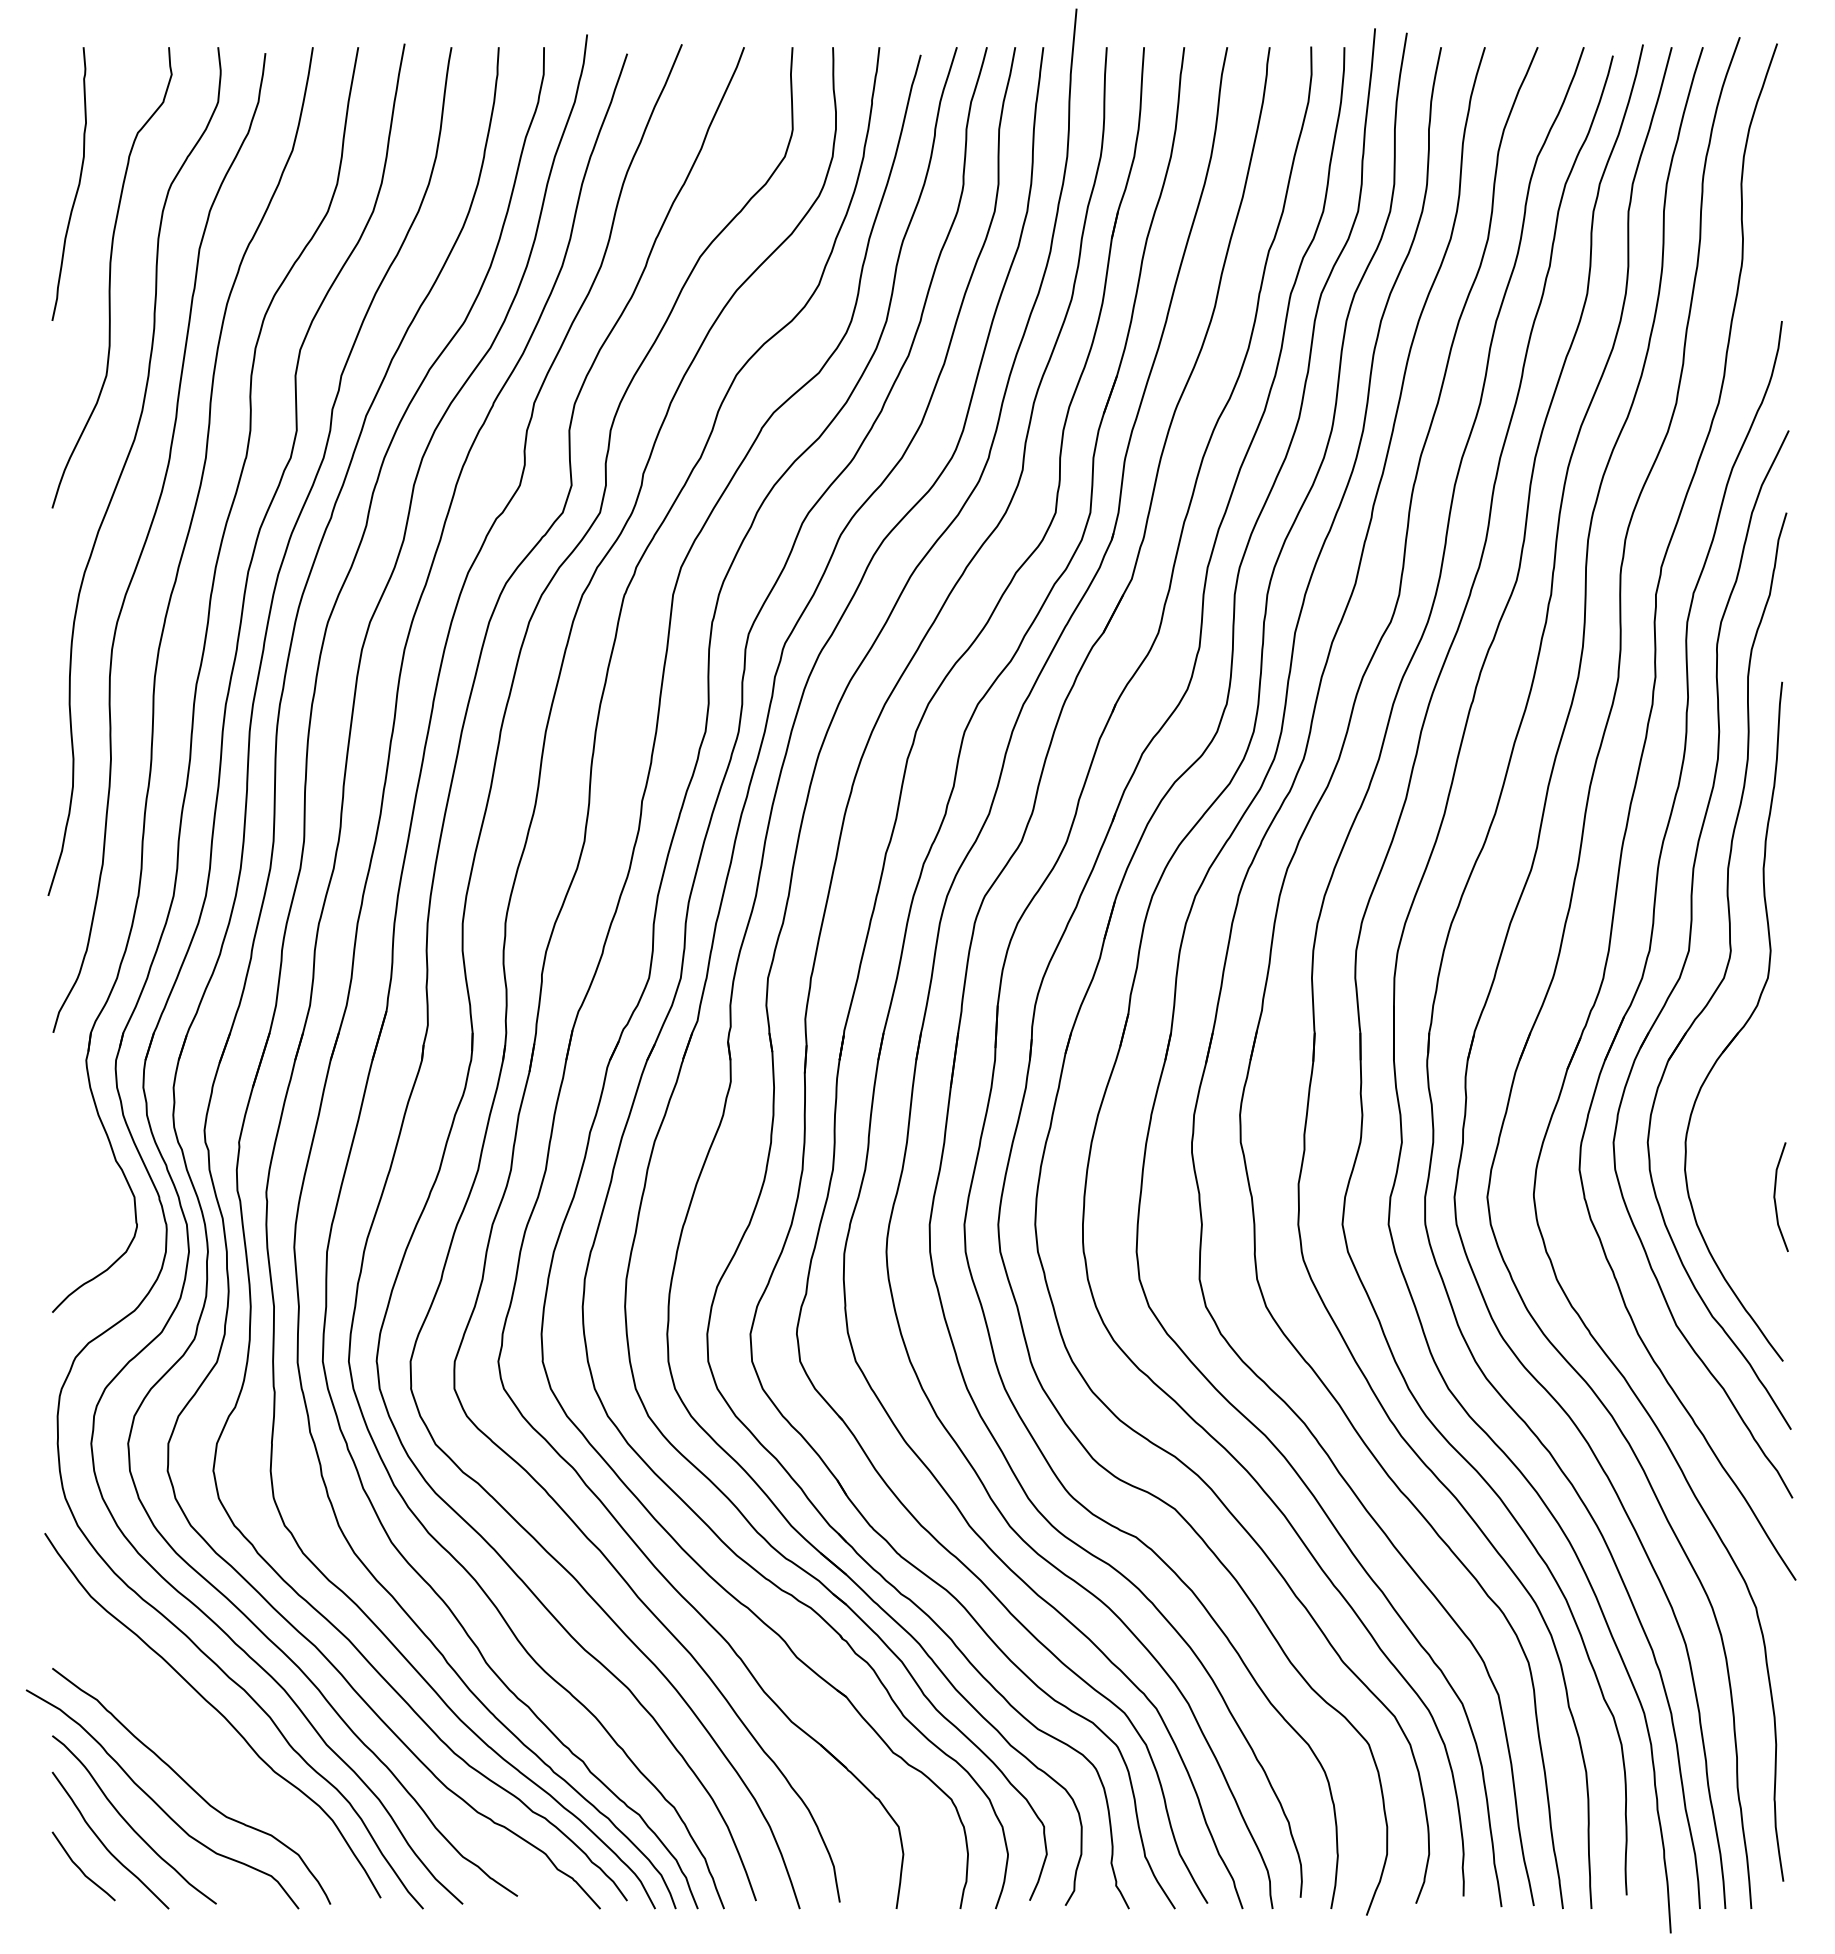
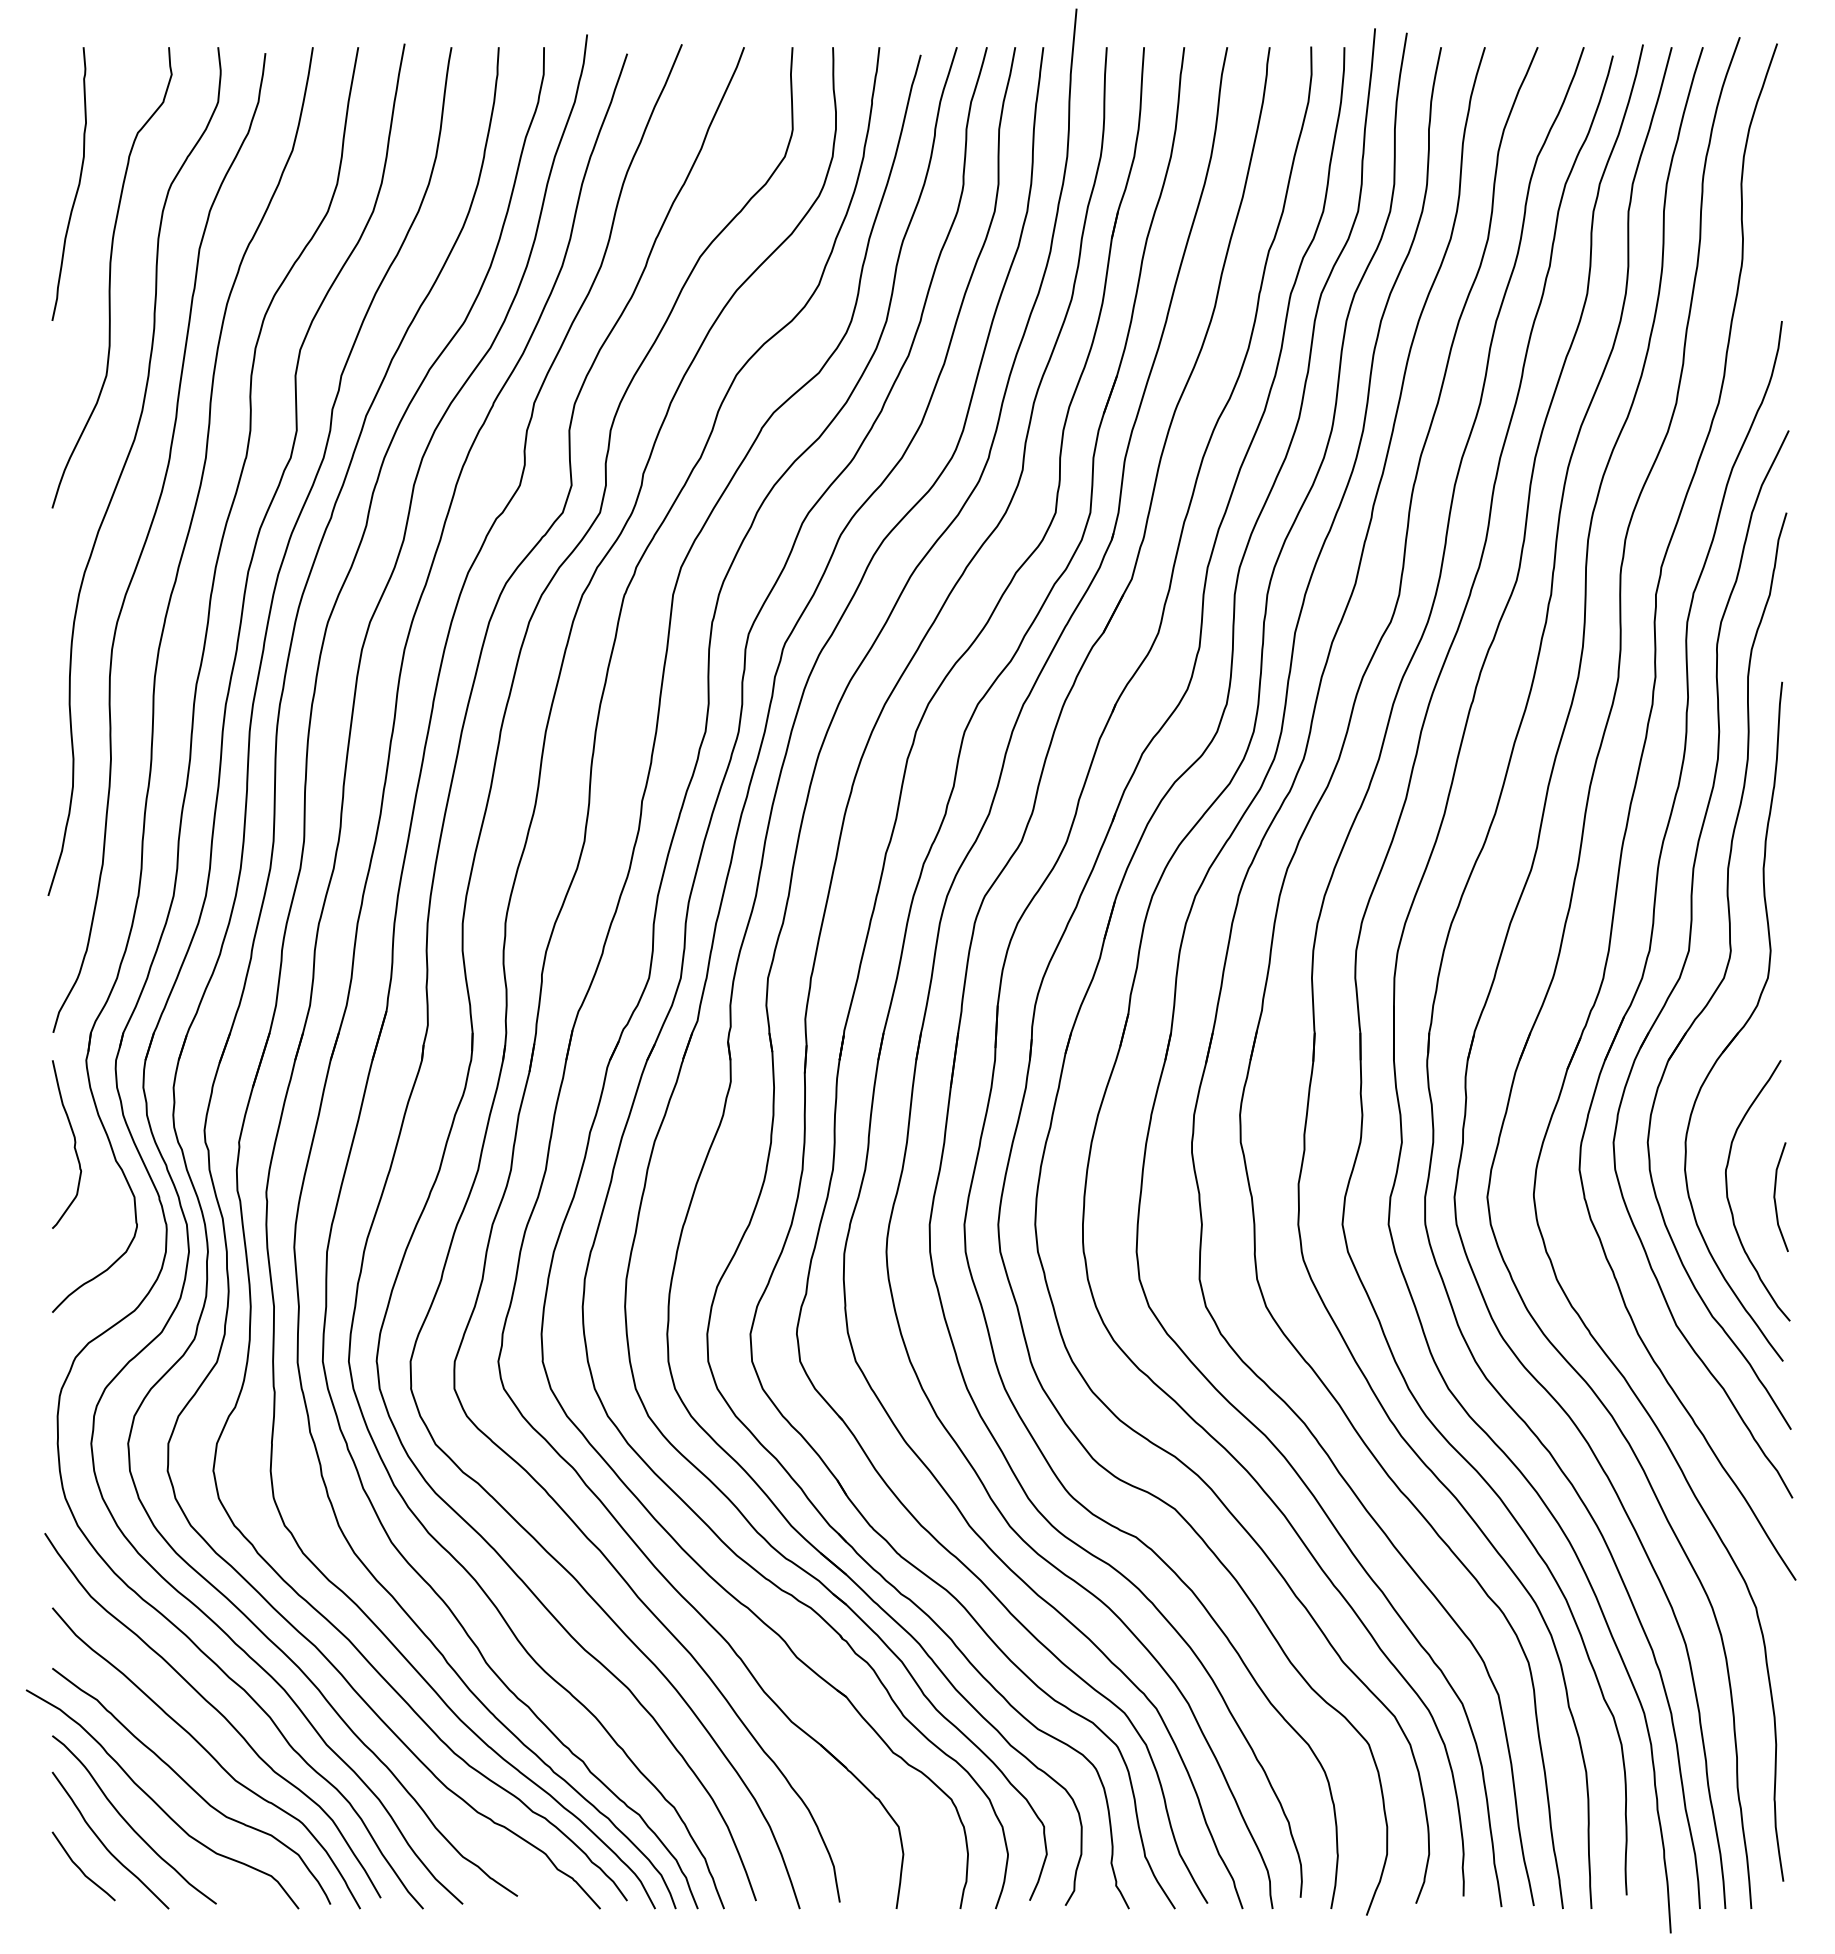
curve at (73, 1147): none -> present
curve at (1728, 1195): none -> present
curve at (209, 1755): none -> present
